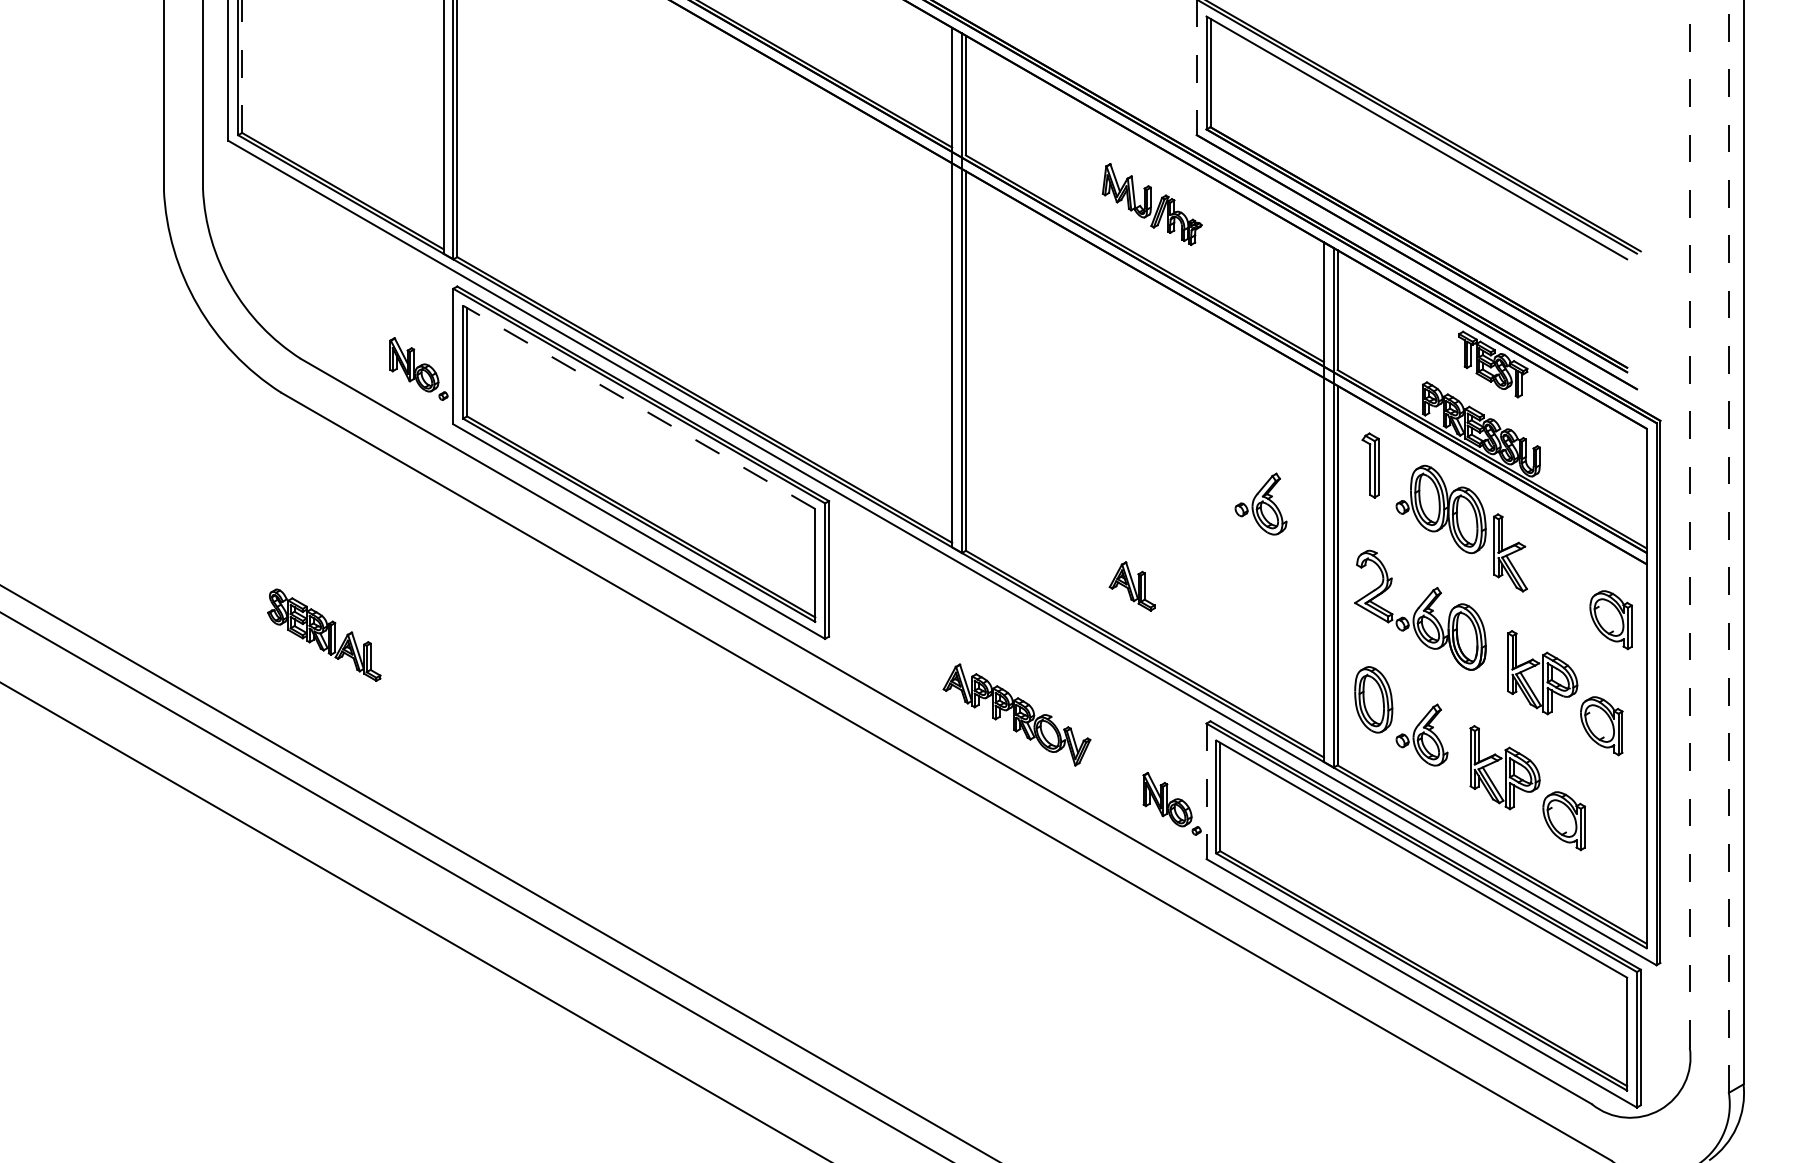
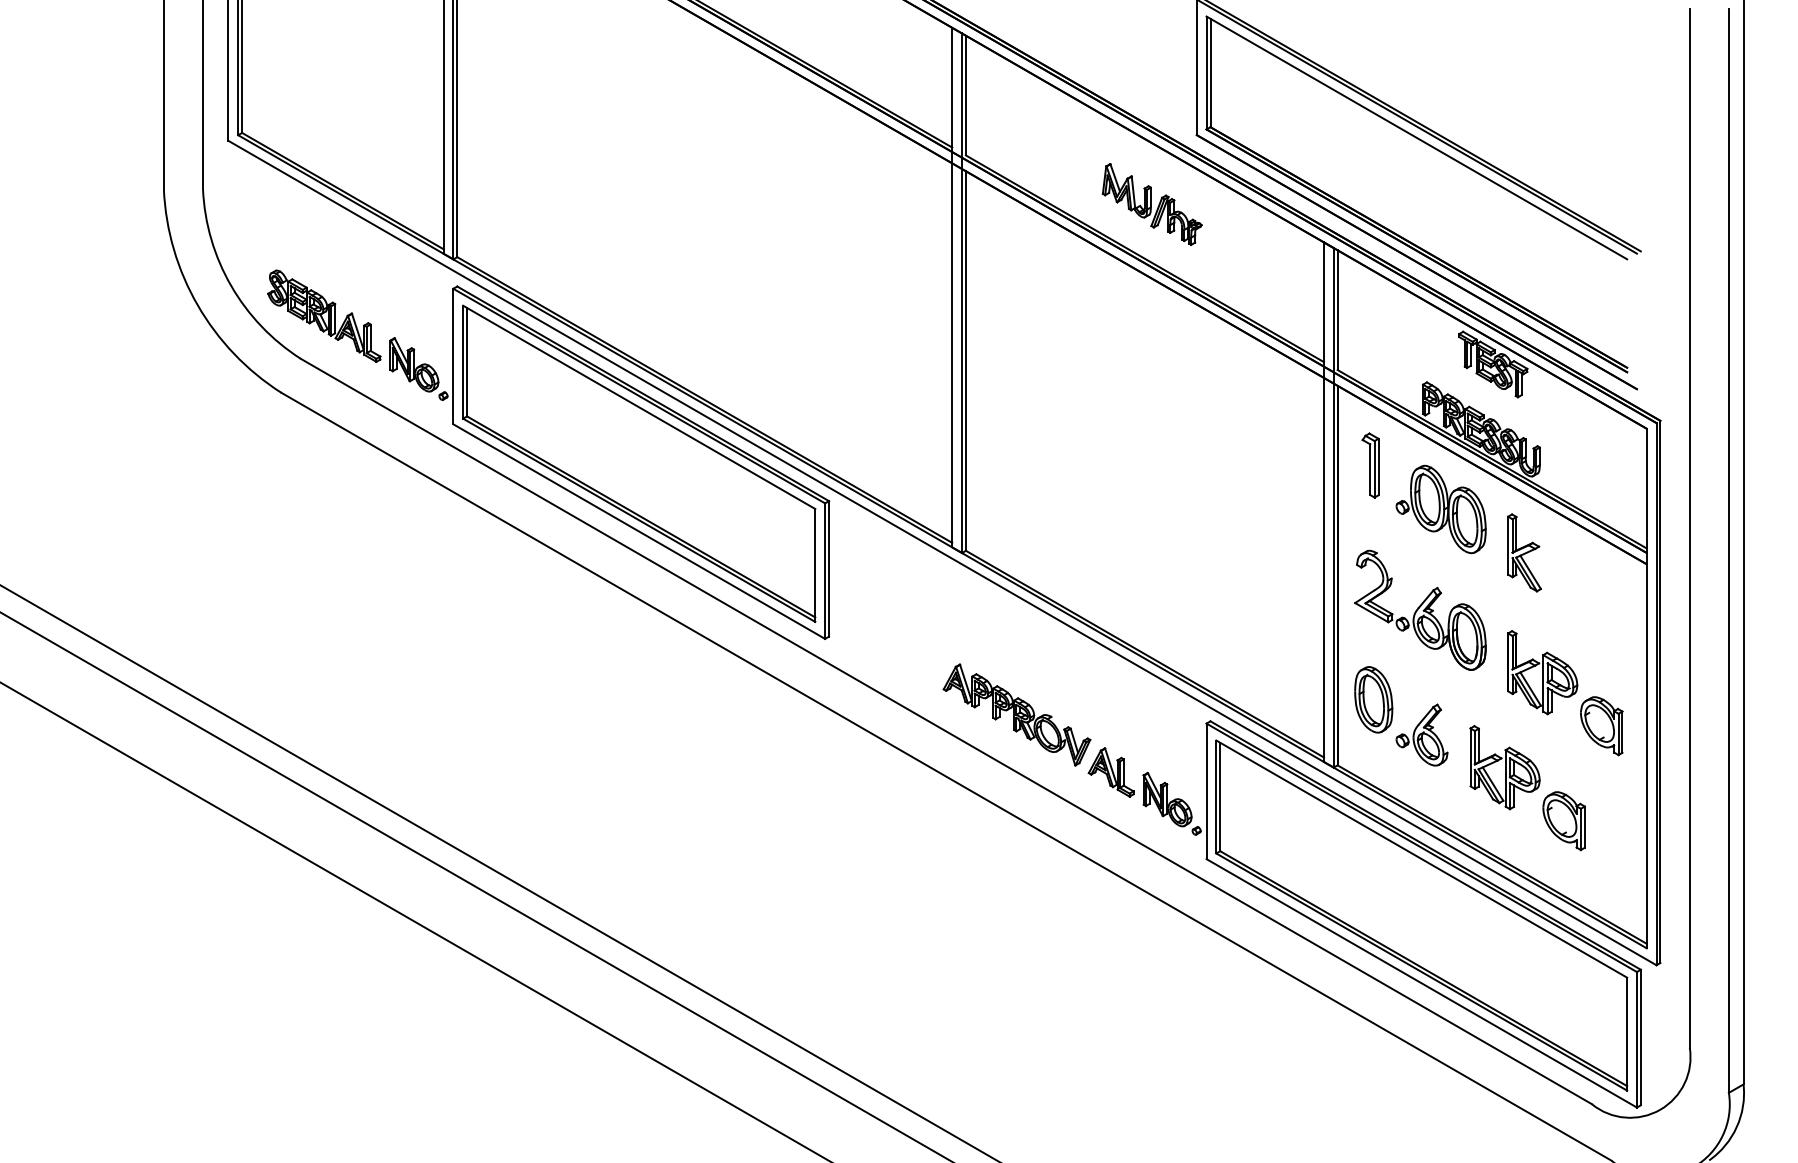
line at (242, 66): dashed -> solid
line at (1196, 68): dashed -> solid
line at (638, 407): dashed -> solid
part at (1260, 503): present -> none
line at (1689, 528): dashed -> solid
line at (1728, 550): dashed -> solid
part at (1510, 552) position: (1510, 552) -> (1524, 552)
part at (1131, 586) position: (1131, 586) -> (1110, 772)
part at (1610, 620): present -> none
part at (324, 634) position: (324, 634) -> (324, 315)
line at (1206, 791): dashed -> solid
